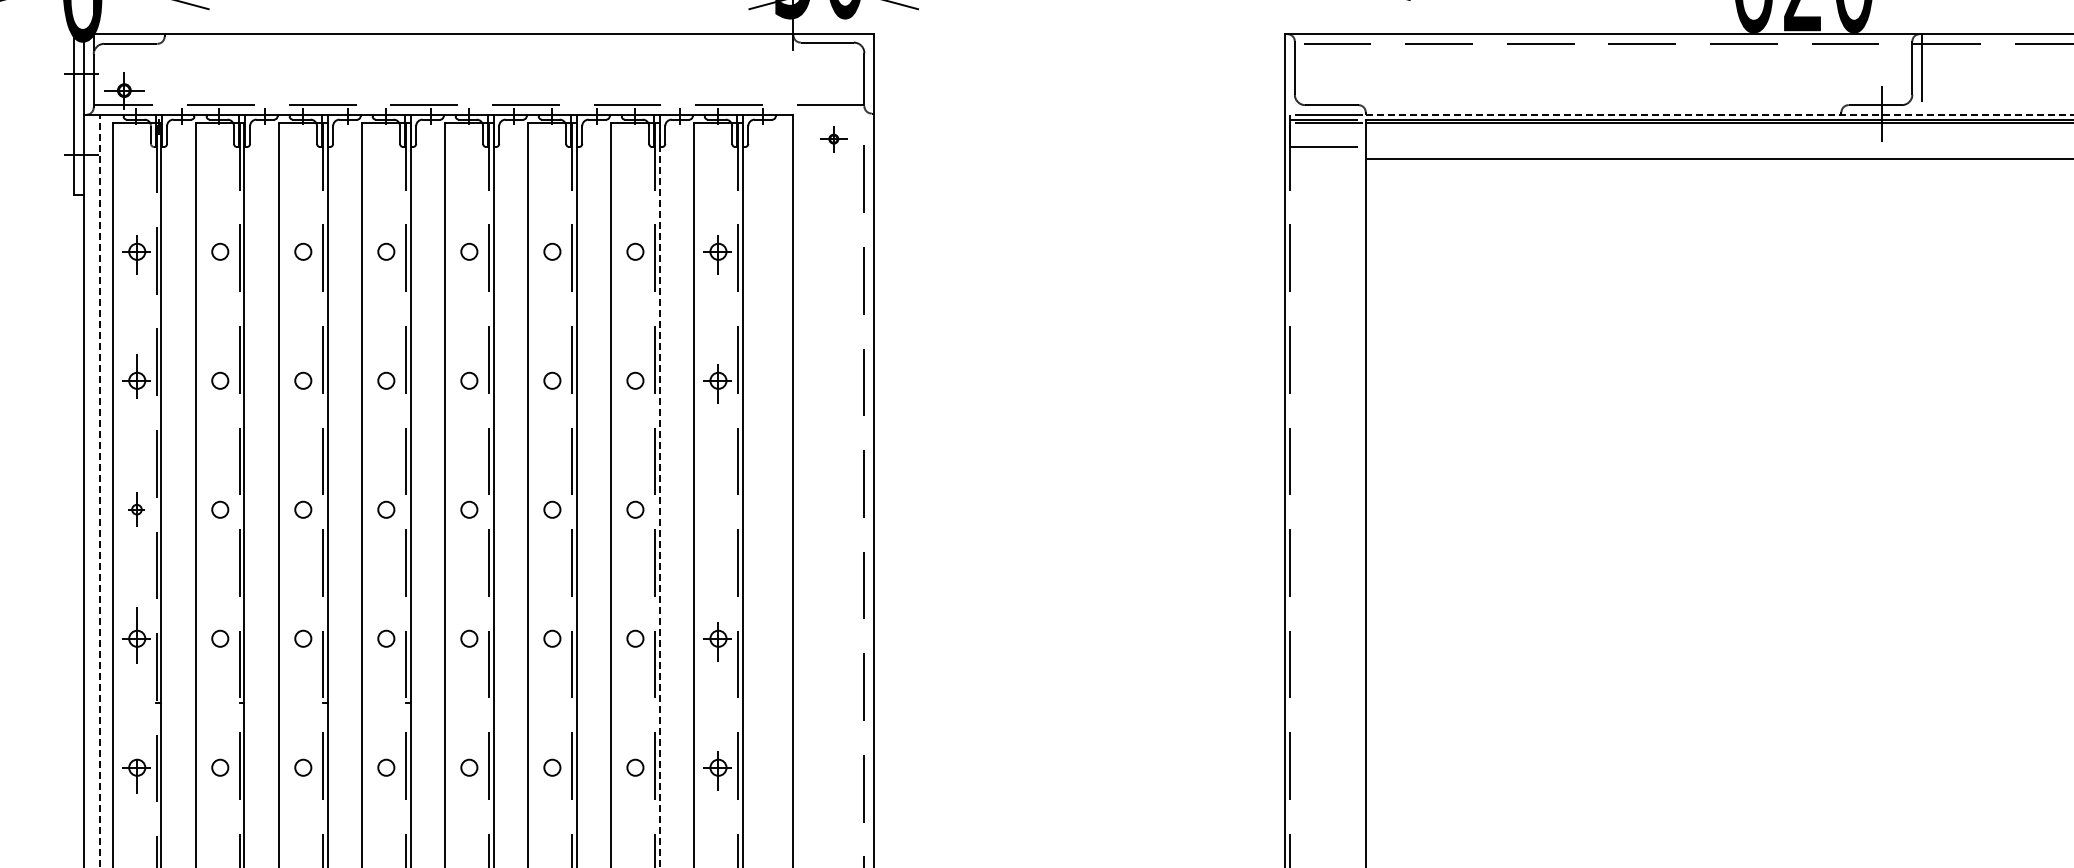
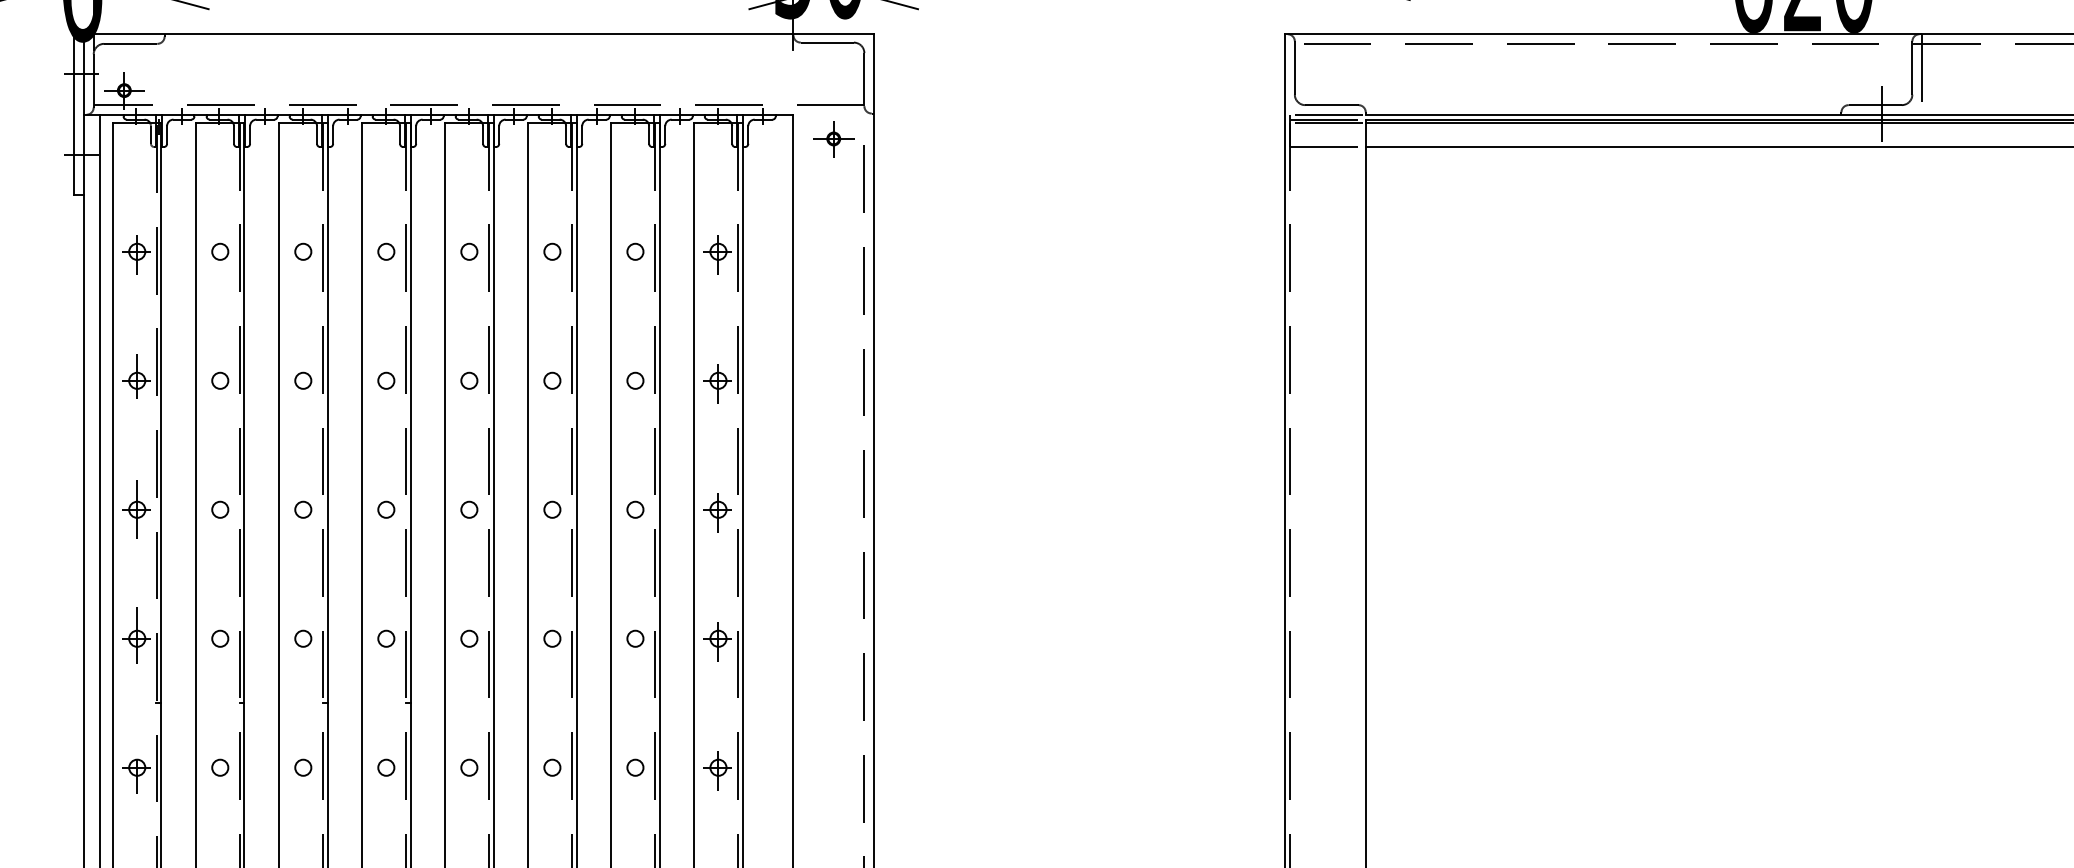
line at (1719, 114): dashed -> solid
part at (833, 139) size: 28x27 px -> 42x37 px
line at (1717, 159) position: (1717, 159) -> (1717, 147)
line at (100, 490): dashed -> solid
line at (659, 495): dashed -> solid
part at (136, 509) size: 17x35 px -> 29x59 px
part at (717, 512): none -> present
